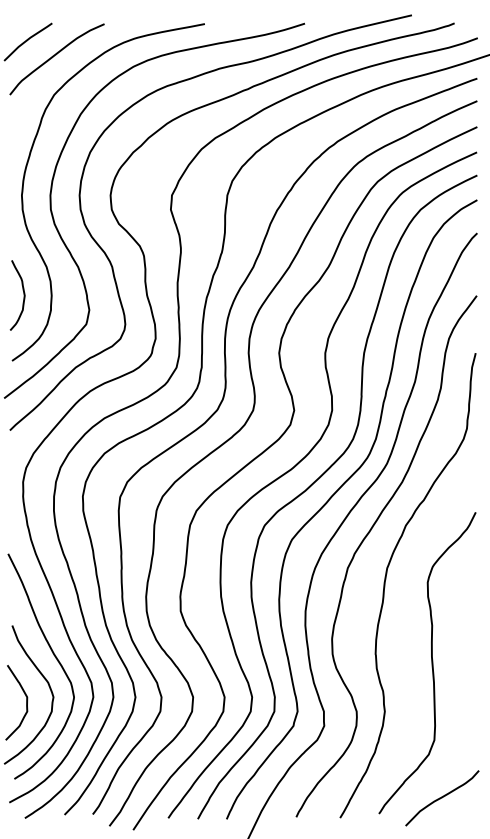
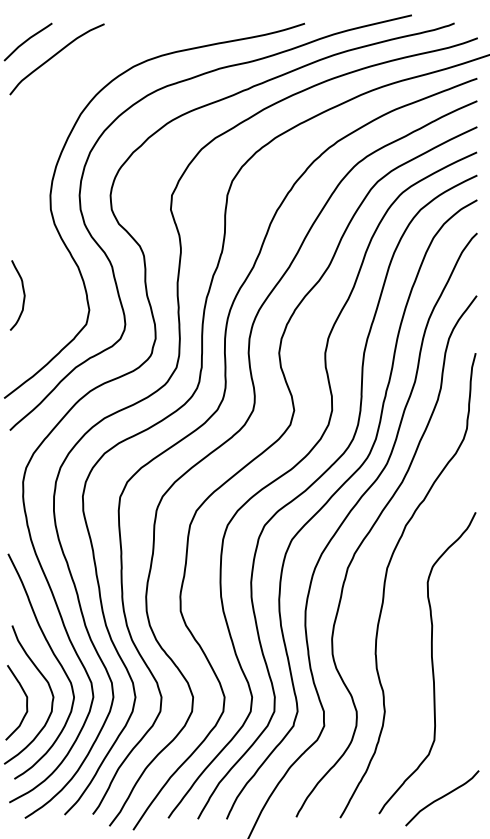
curve at (25, 176): present -> none
